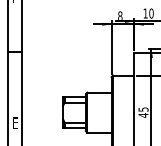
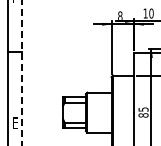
line at (22, 73): solid -> dashed
text at (143, 115): 45 -> 85
